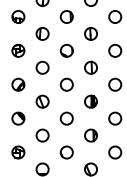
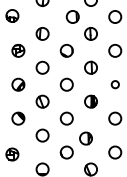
part at (18, 16) position: (18, 16) -> (12, 15)
circle at (66, 16) position: (66, 16) -> (72, 16)
circle at (115, 84) size: 15x15 px -> 10x10 px
part at (90, 135) position: (90, 135) -> (85, 138)
part at (18, 152) position: (18, 152) -> (12, 154)
